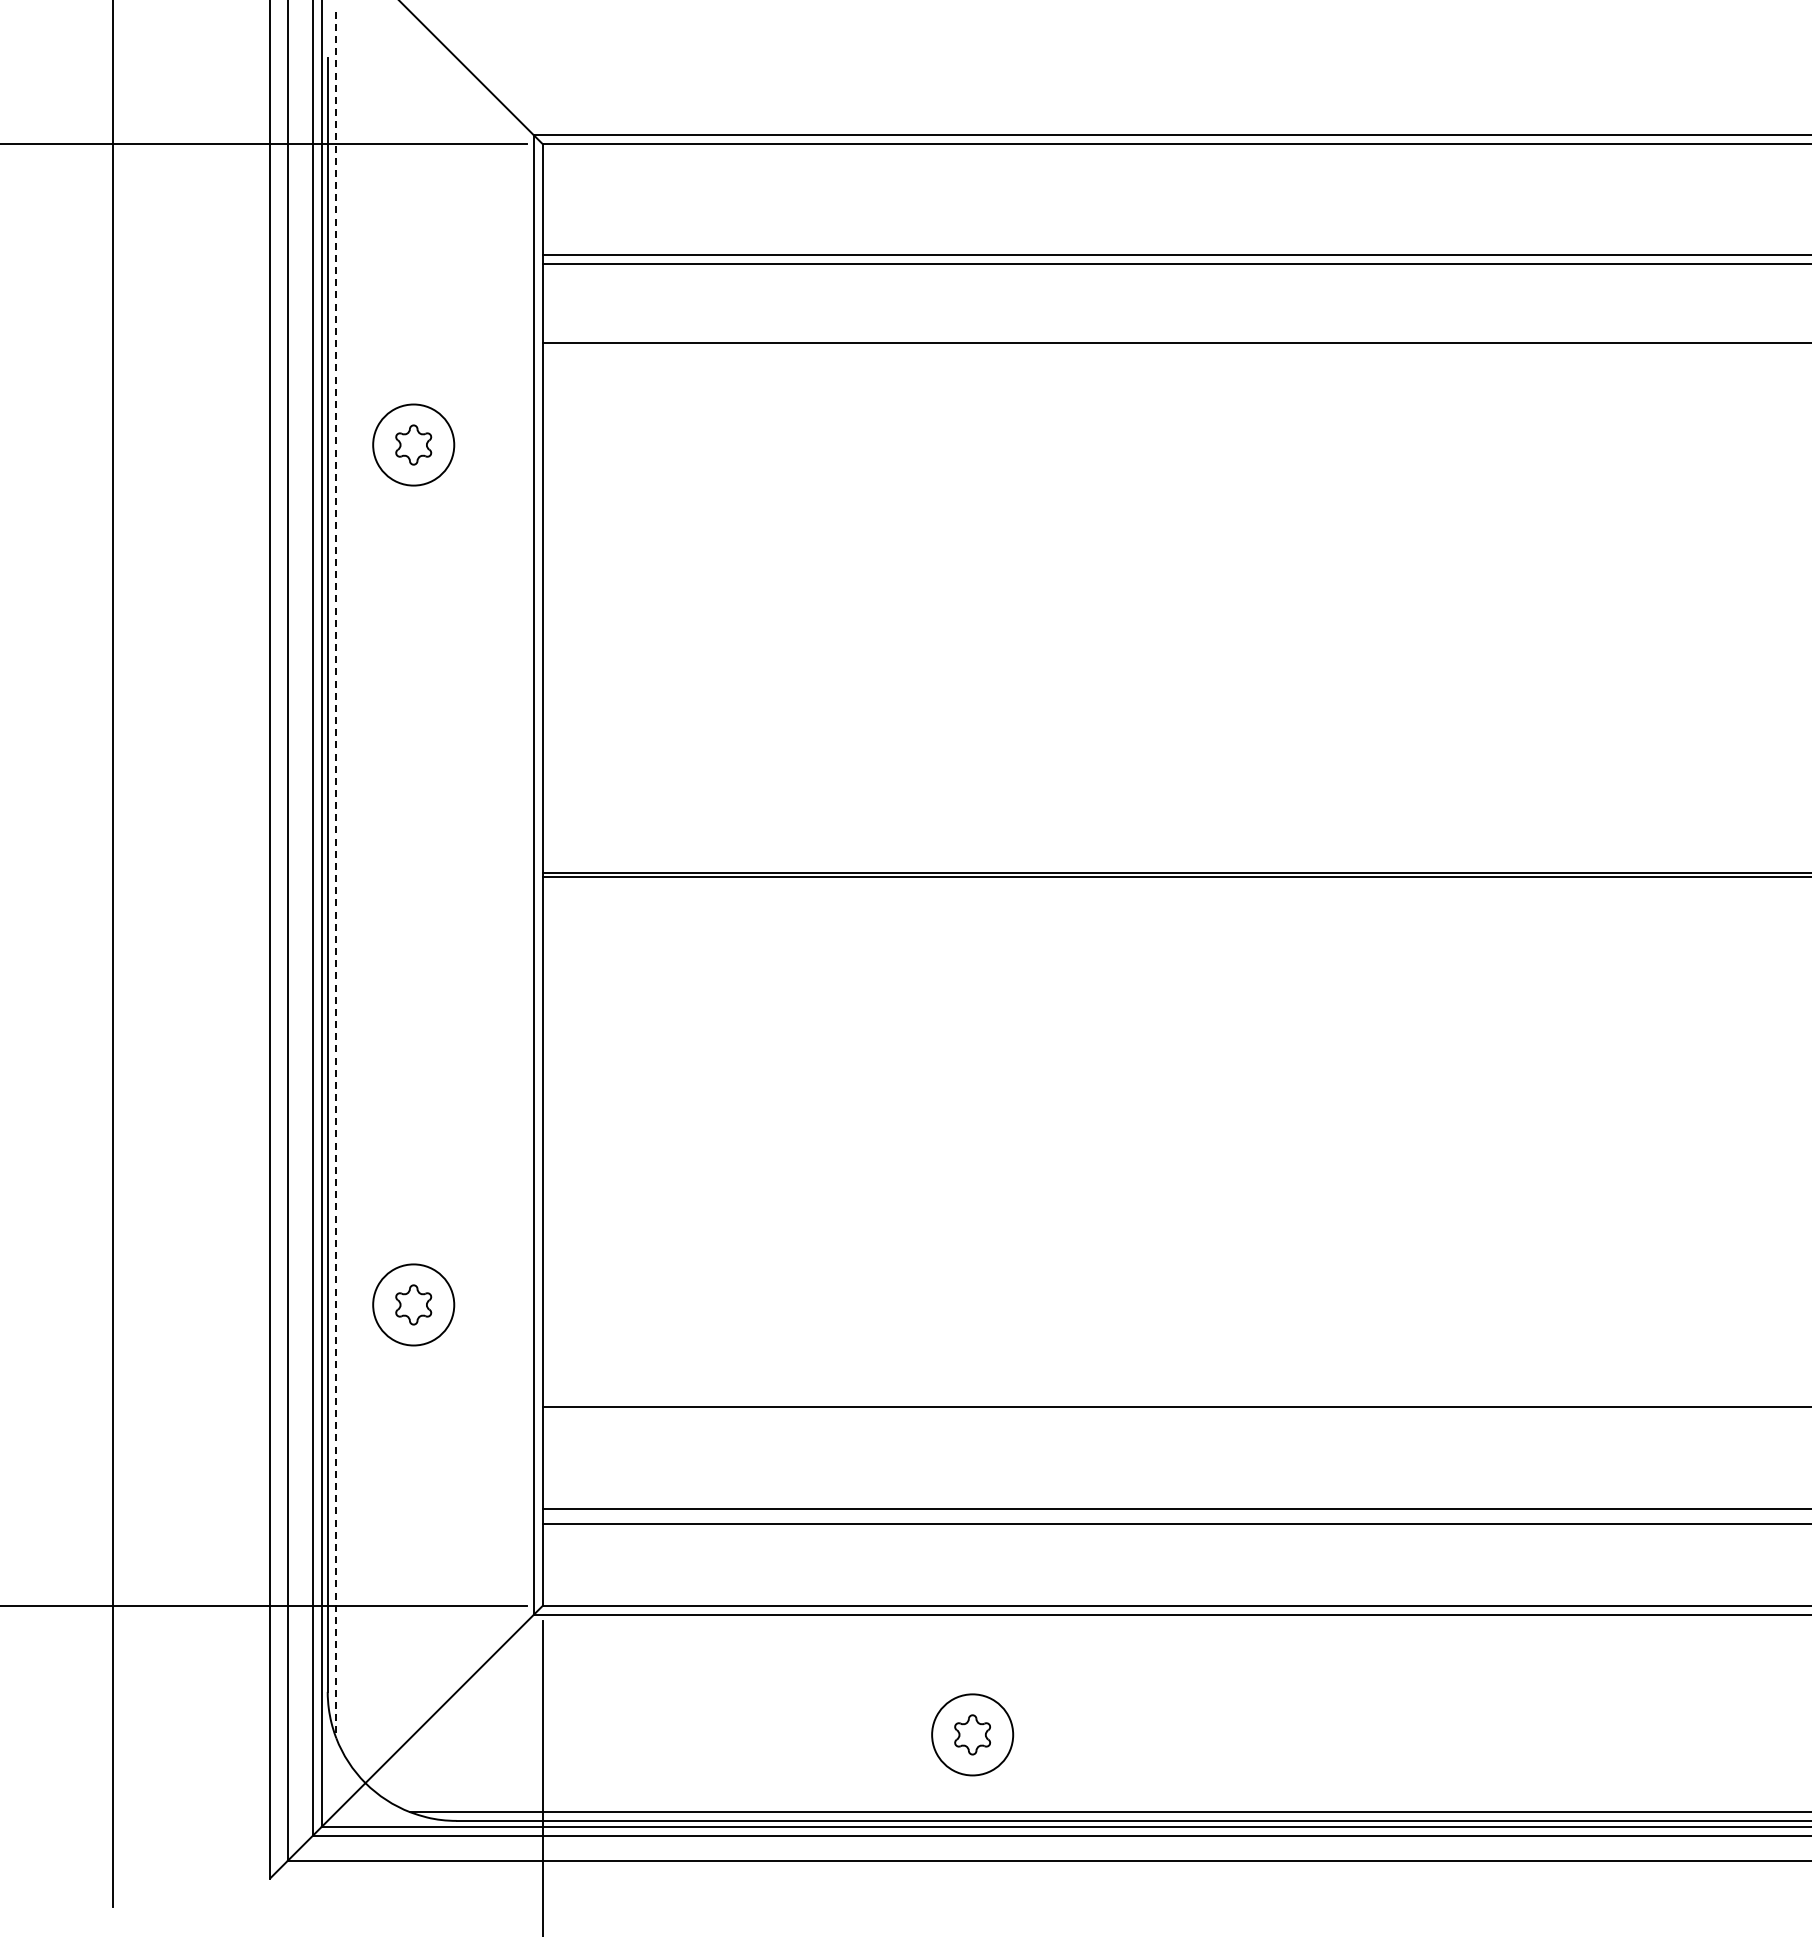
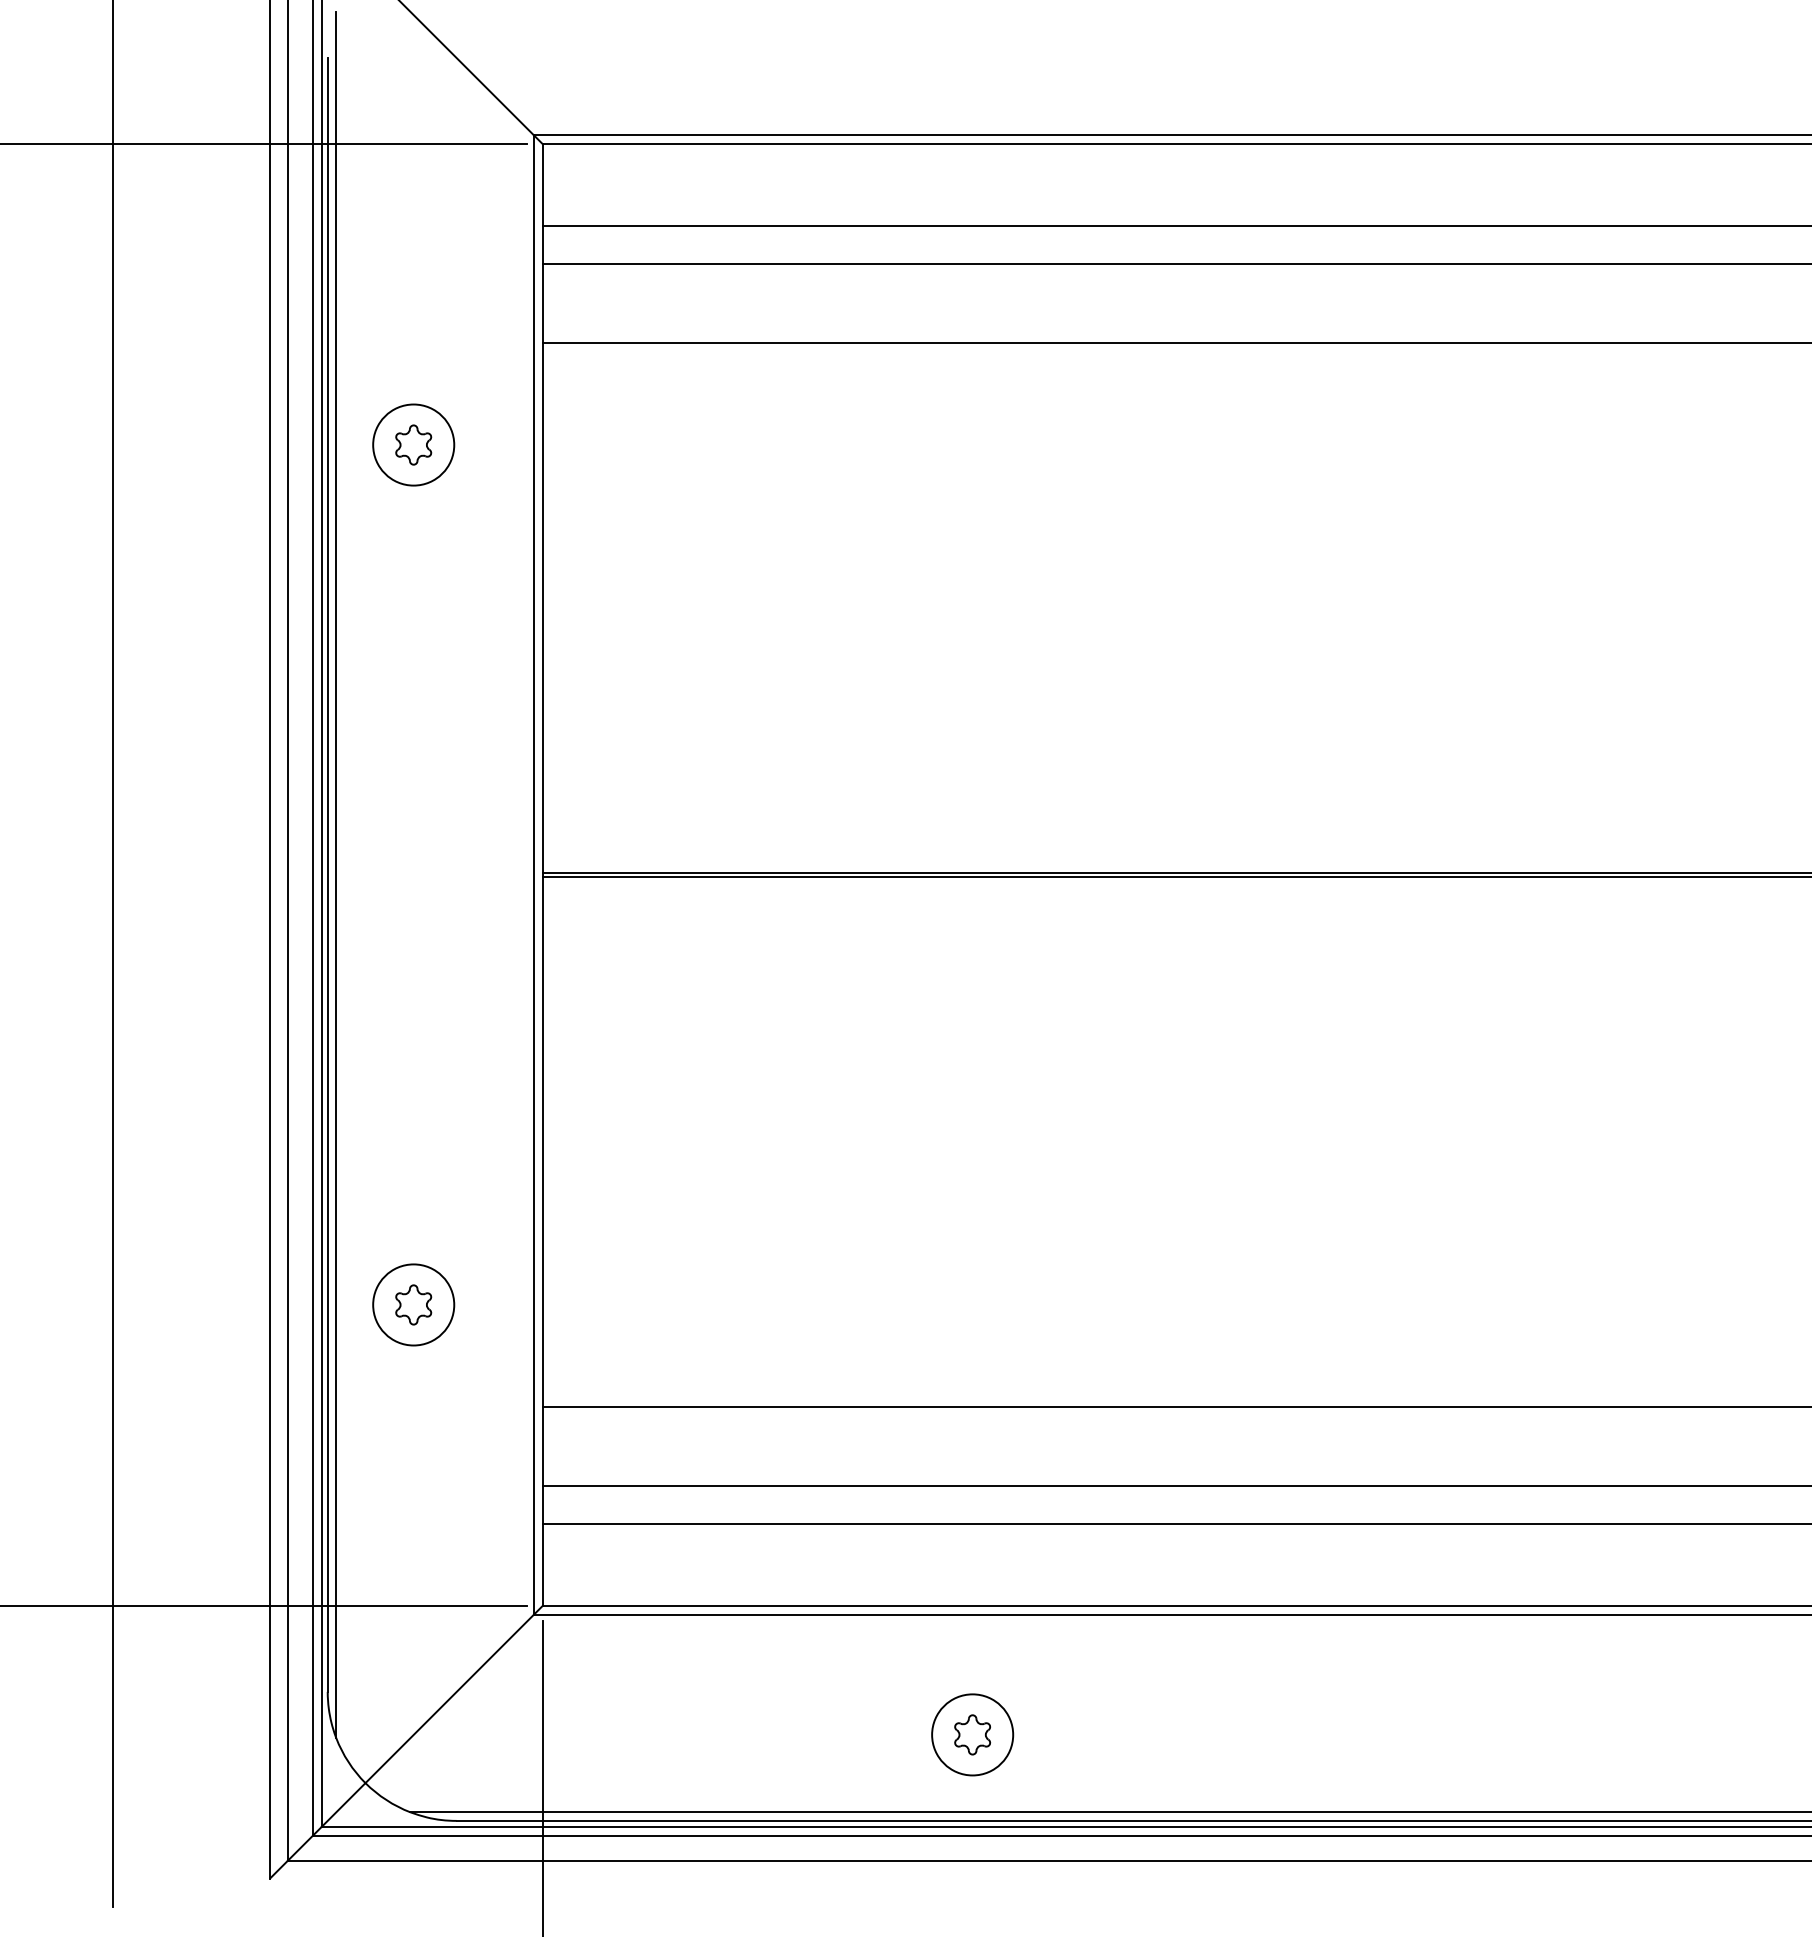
line at (1175, 254) position: (1175, 254) -> (1175, 225)
line at (336, 875): dashed -> solid
line at (1175, 1508) position: (1175, 1508) -> (1175, 1485)
